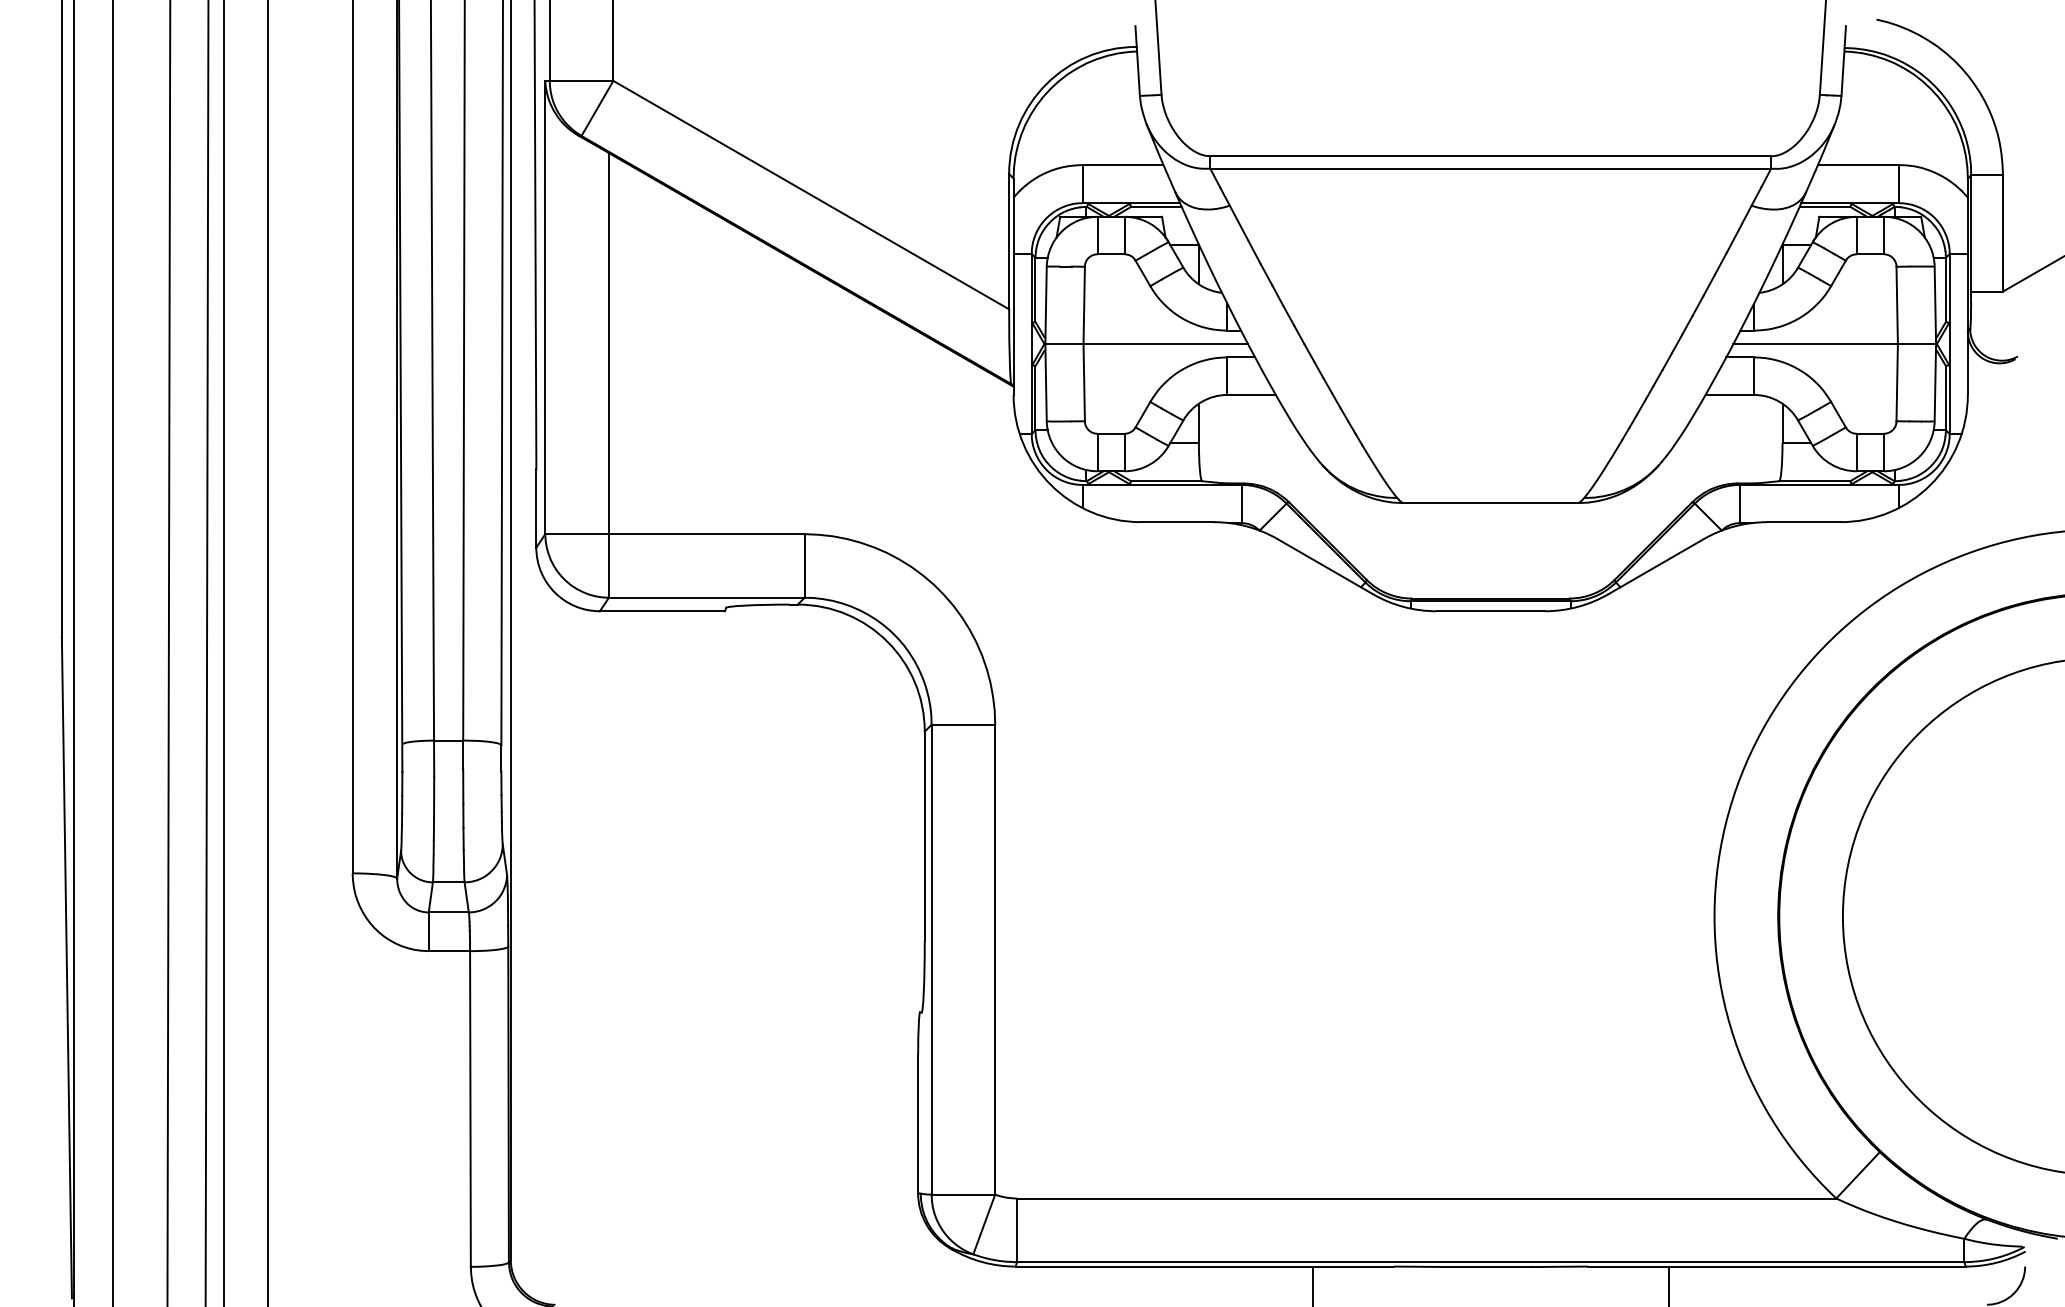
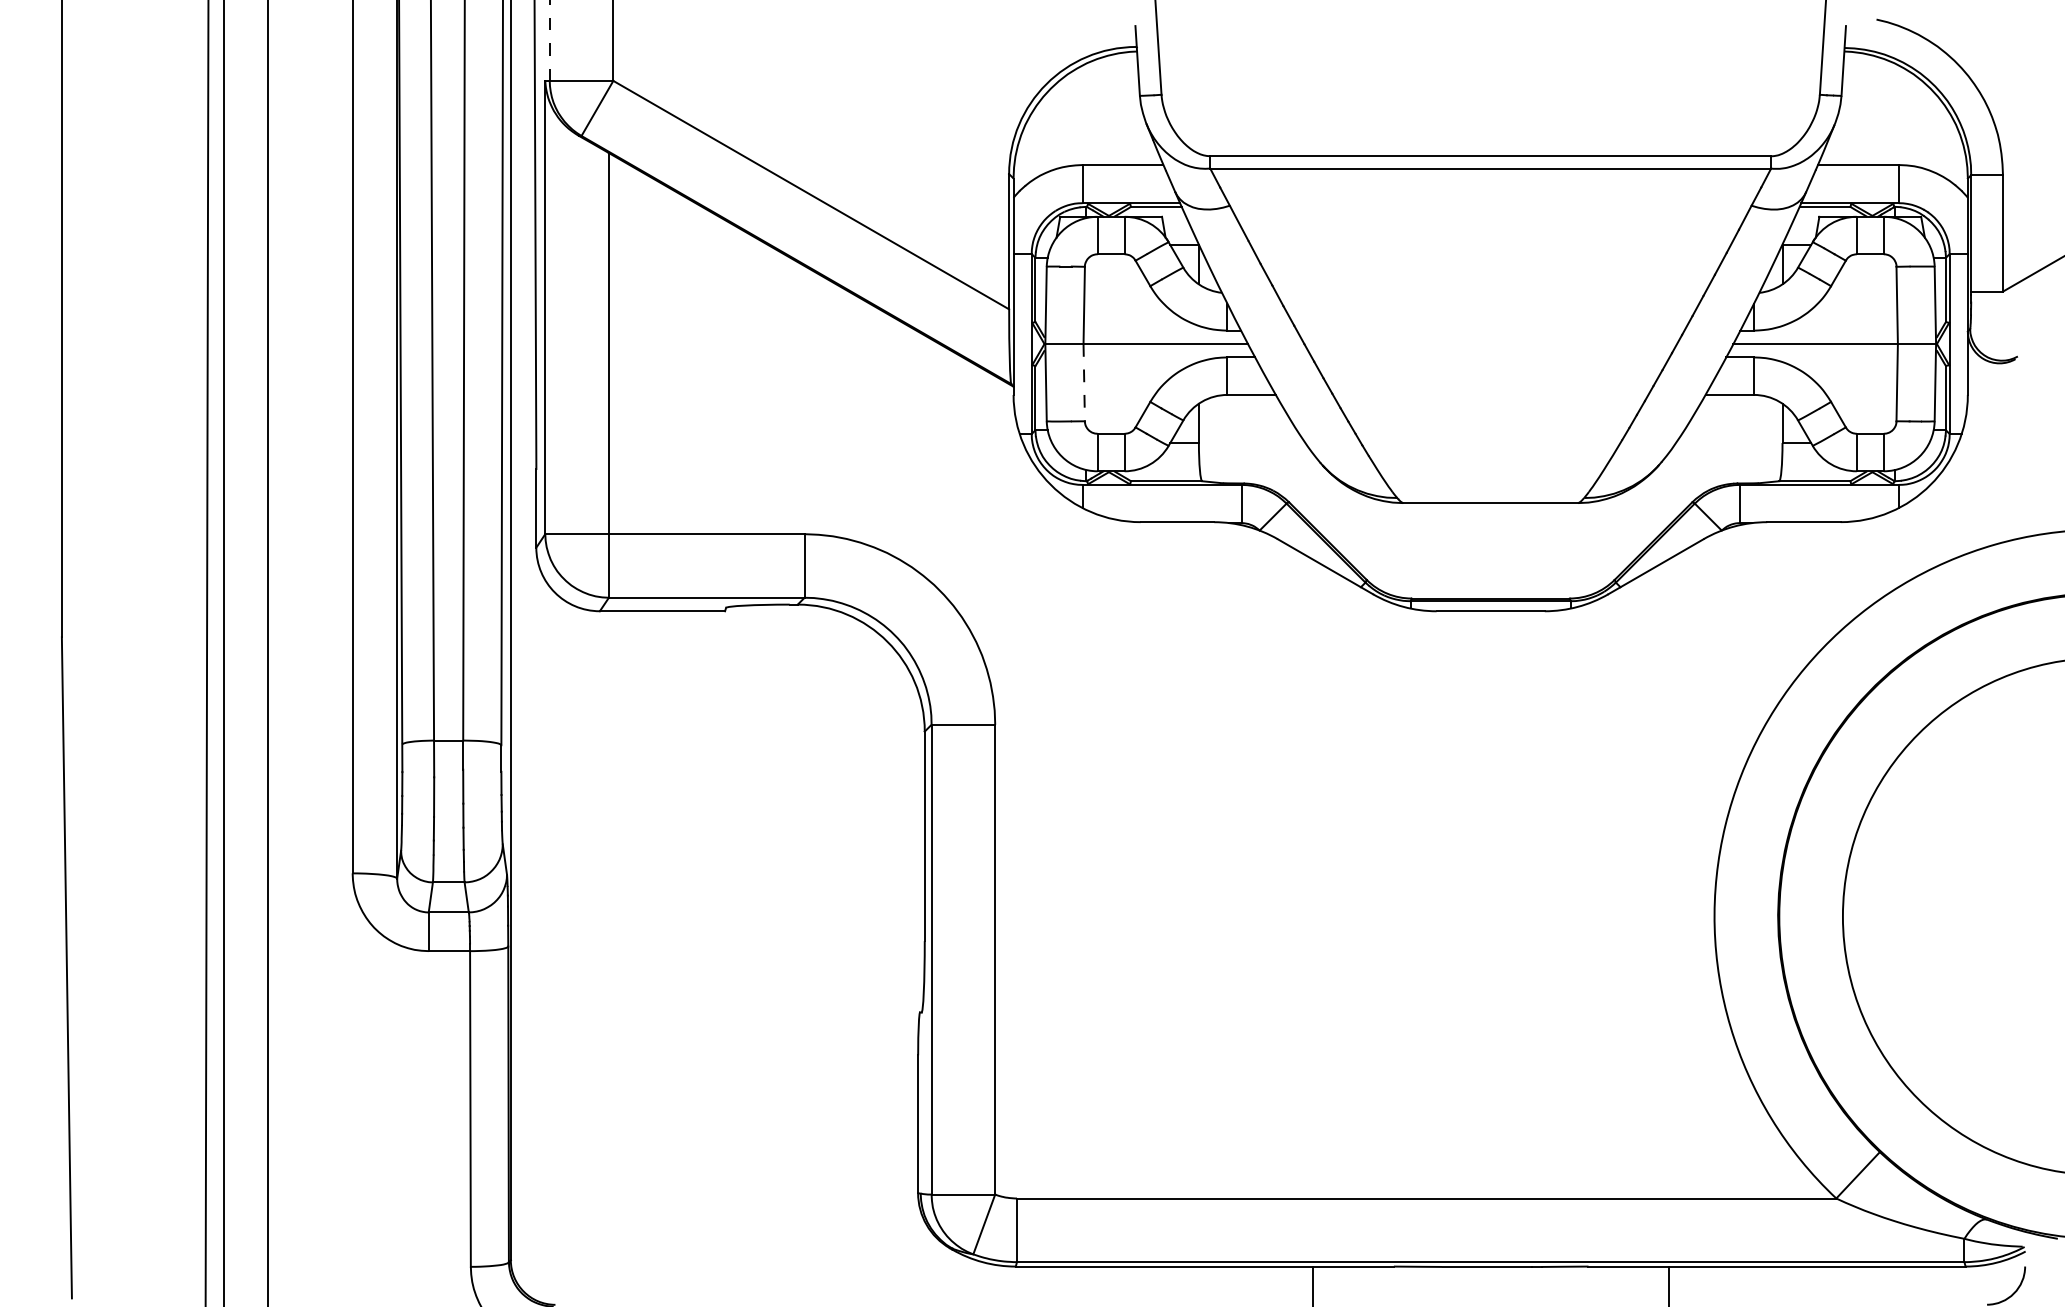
line at (549, 40): solid -> dashed
line at (1084, 382): solid -> dashed
line at (74, 652): present -> none
line at (112, 652): present -> none
line at (168, 652): present -> none
